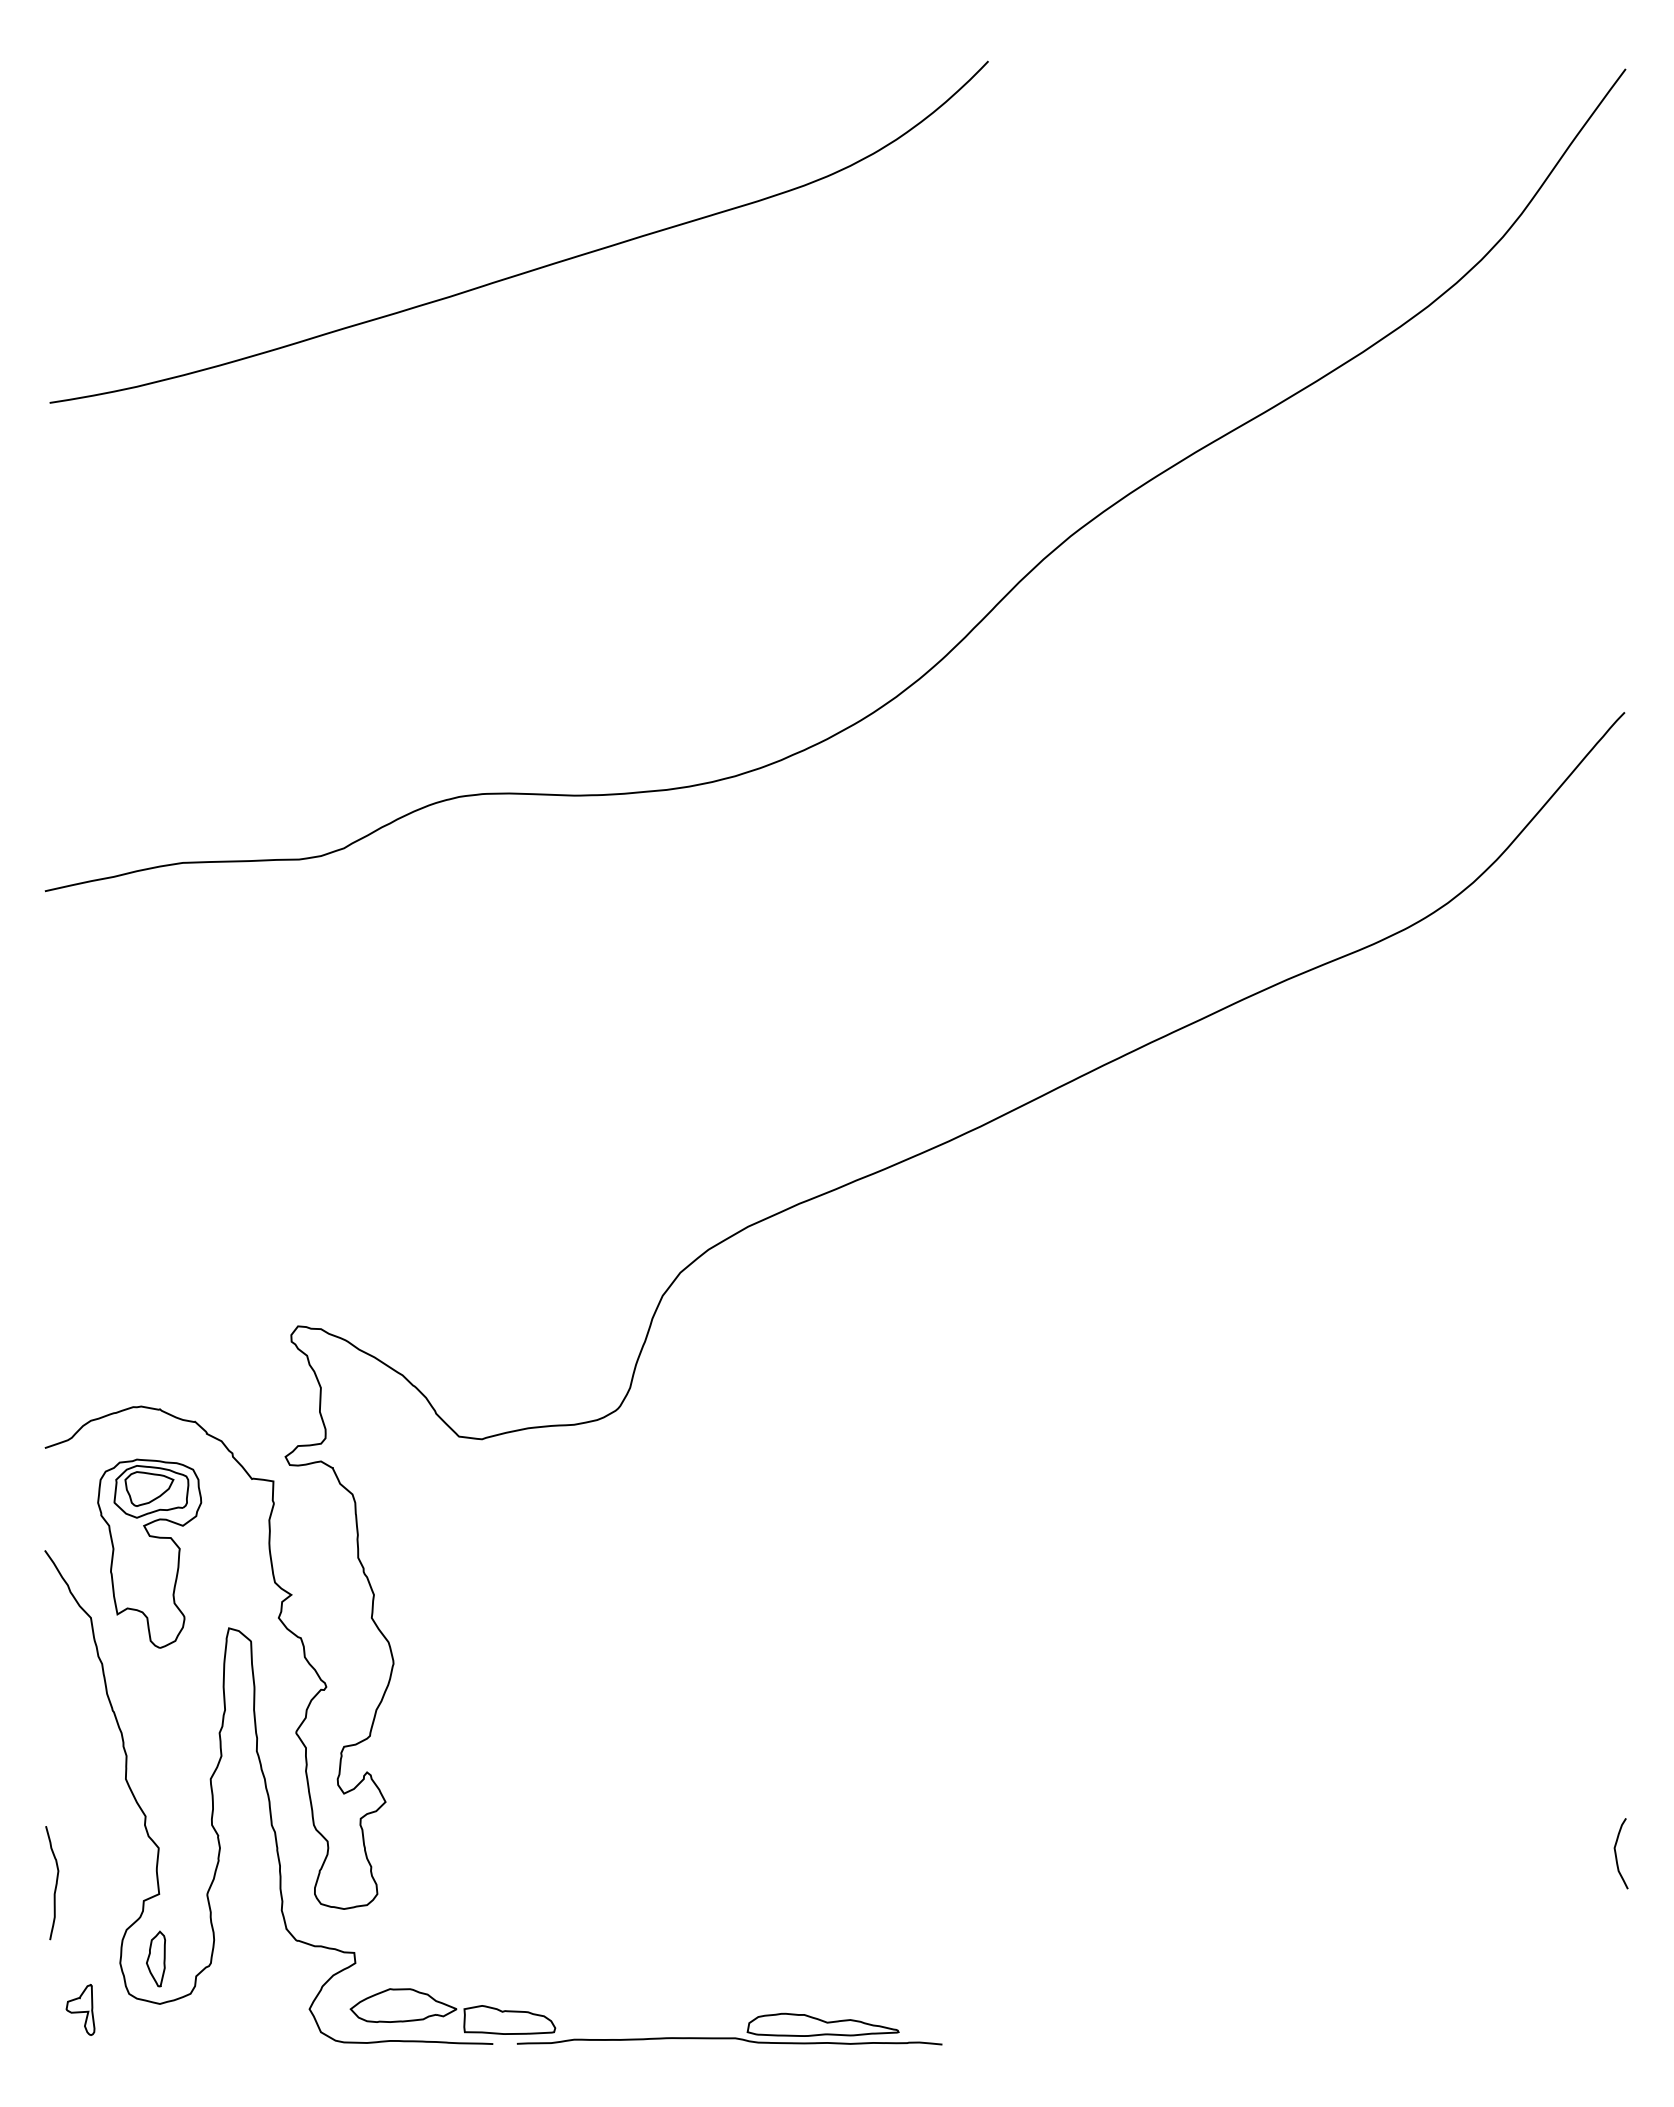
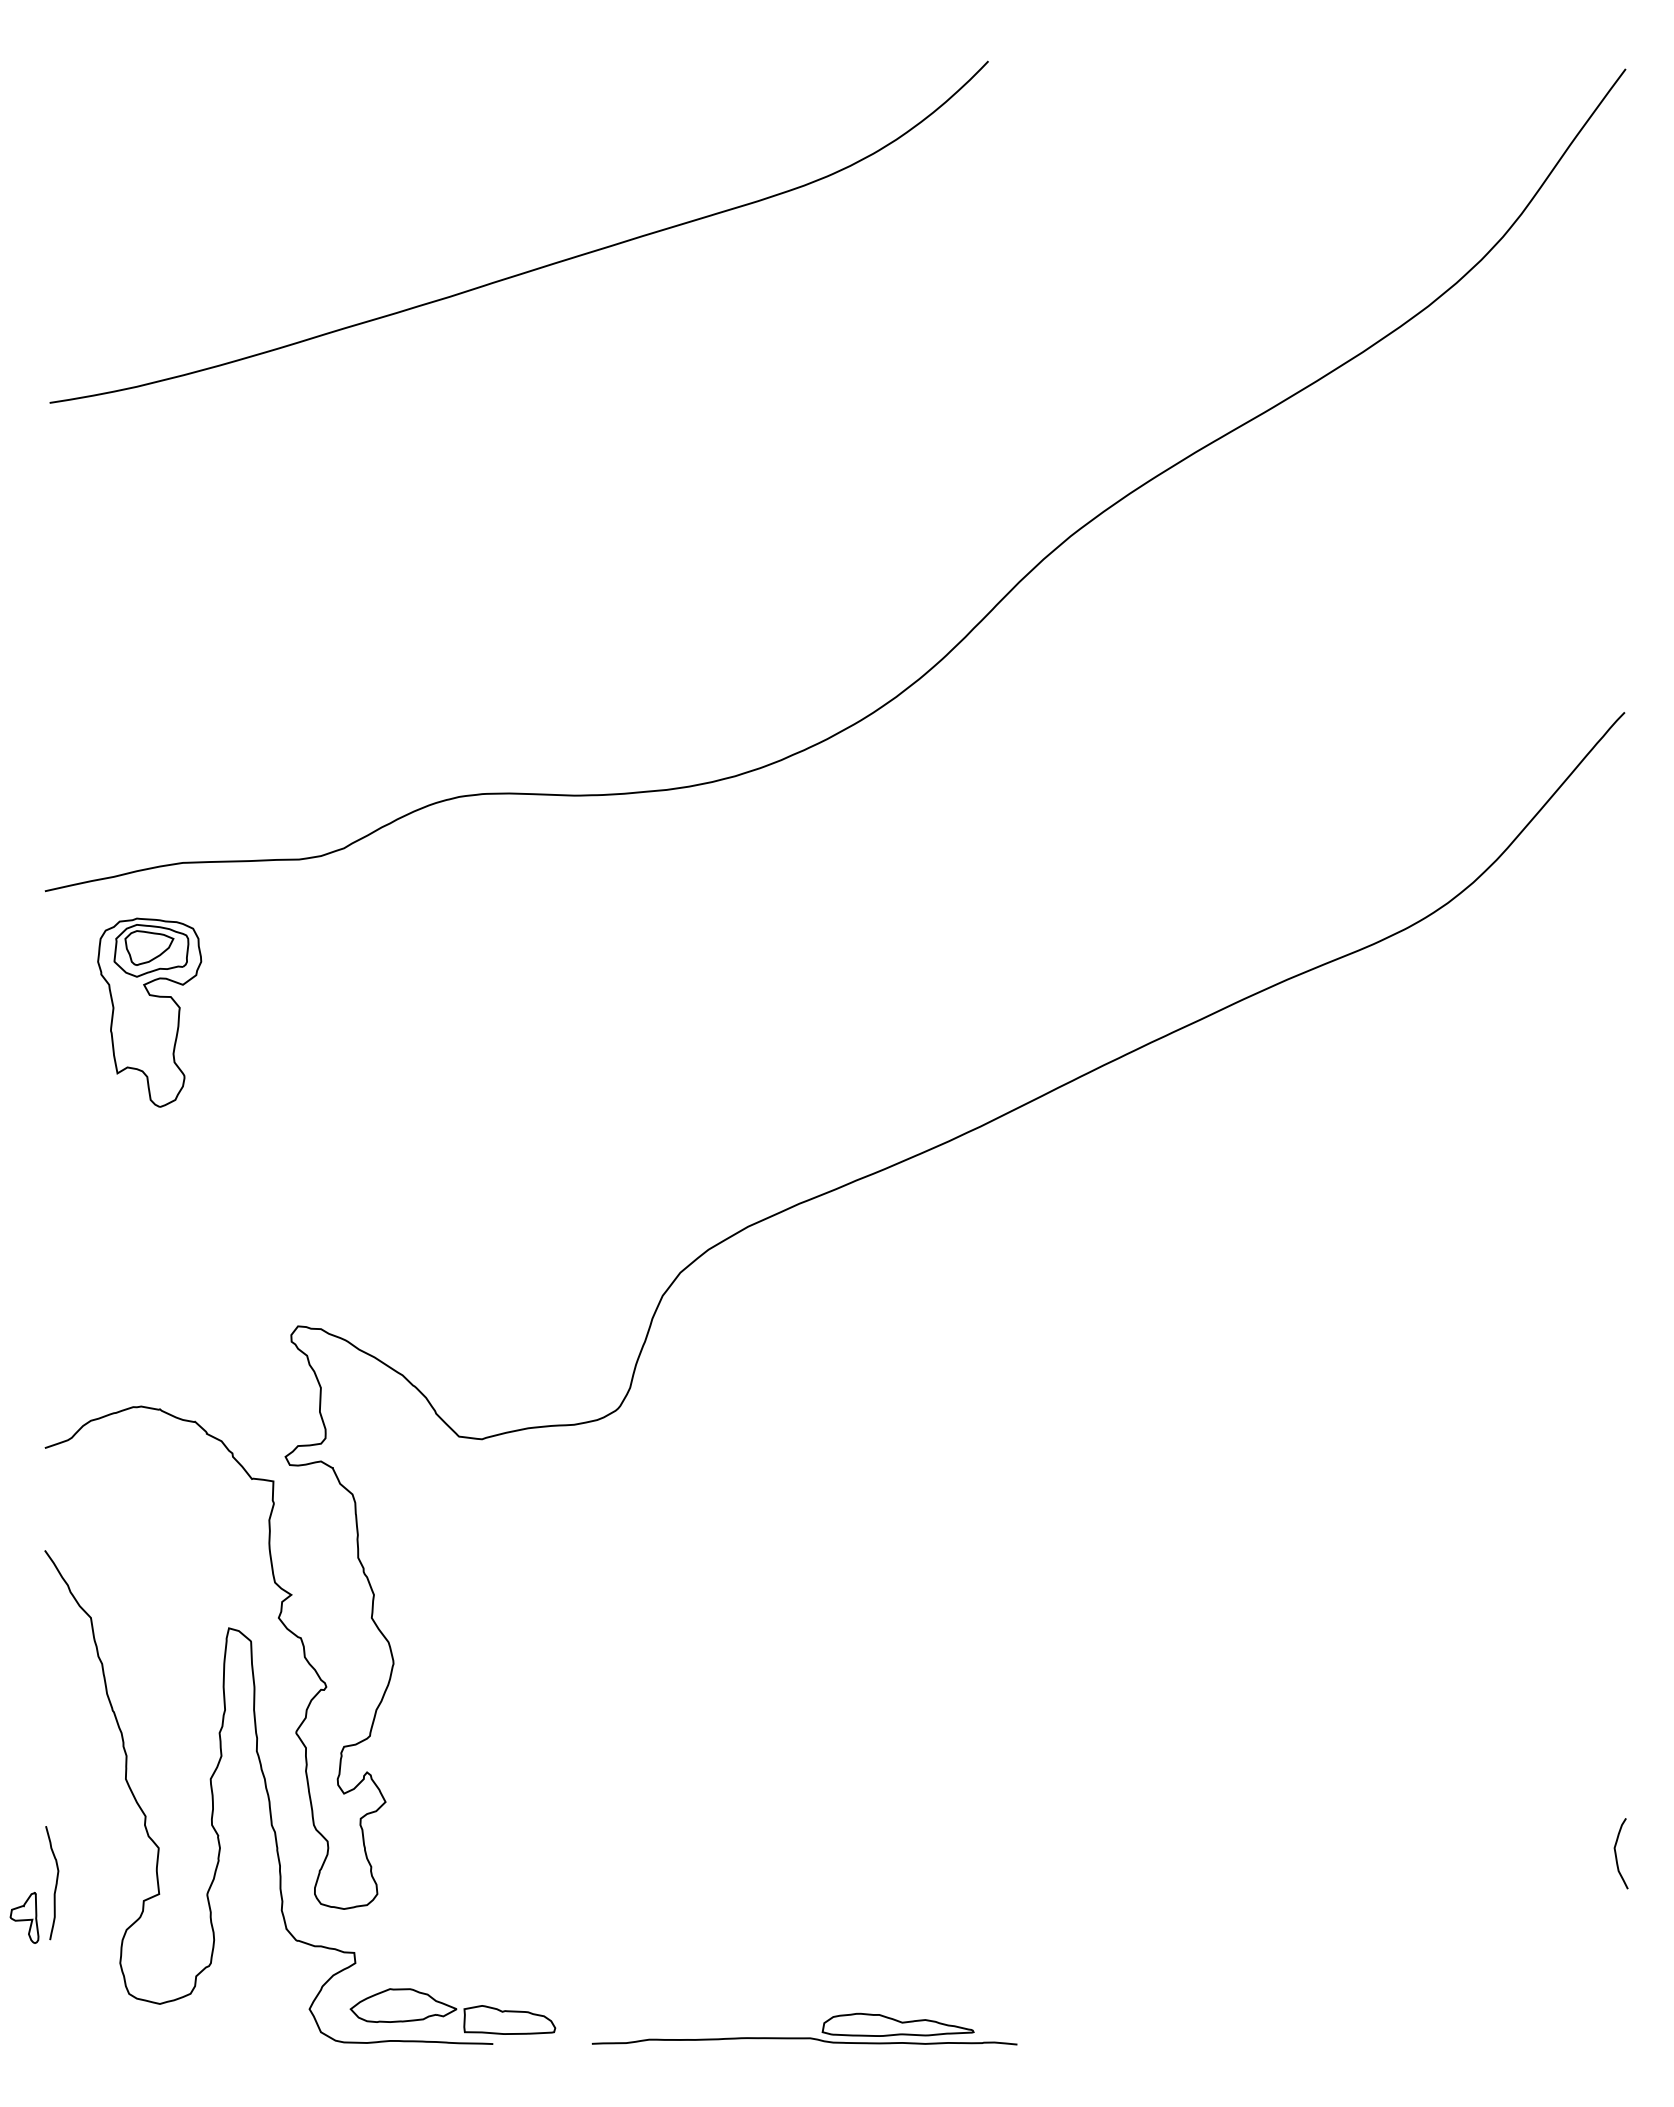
part at (149, 1553) position: (149, 1553) -> (149, 1012)
part at (156, 1958): present -> none
part at (80, 2009) position: (80, 2009) -> (24, 1917)
part at (729, 2037) position: (729, 2037) -> (804, 2037)
